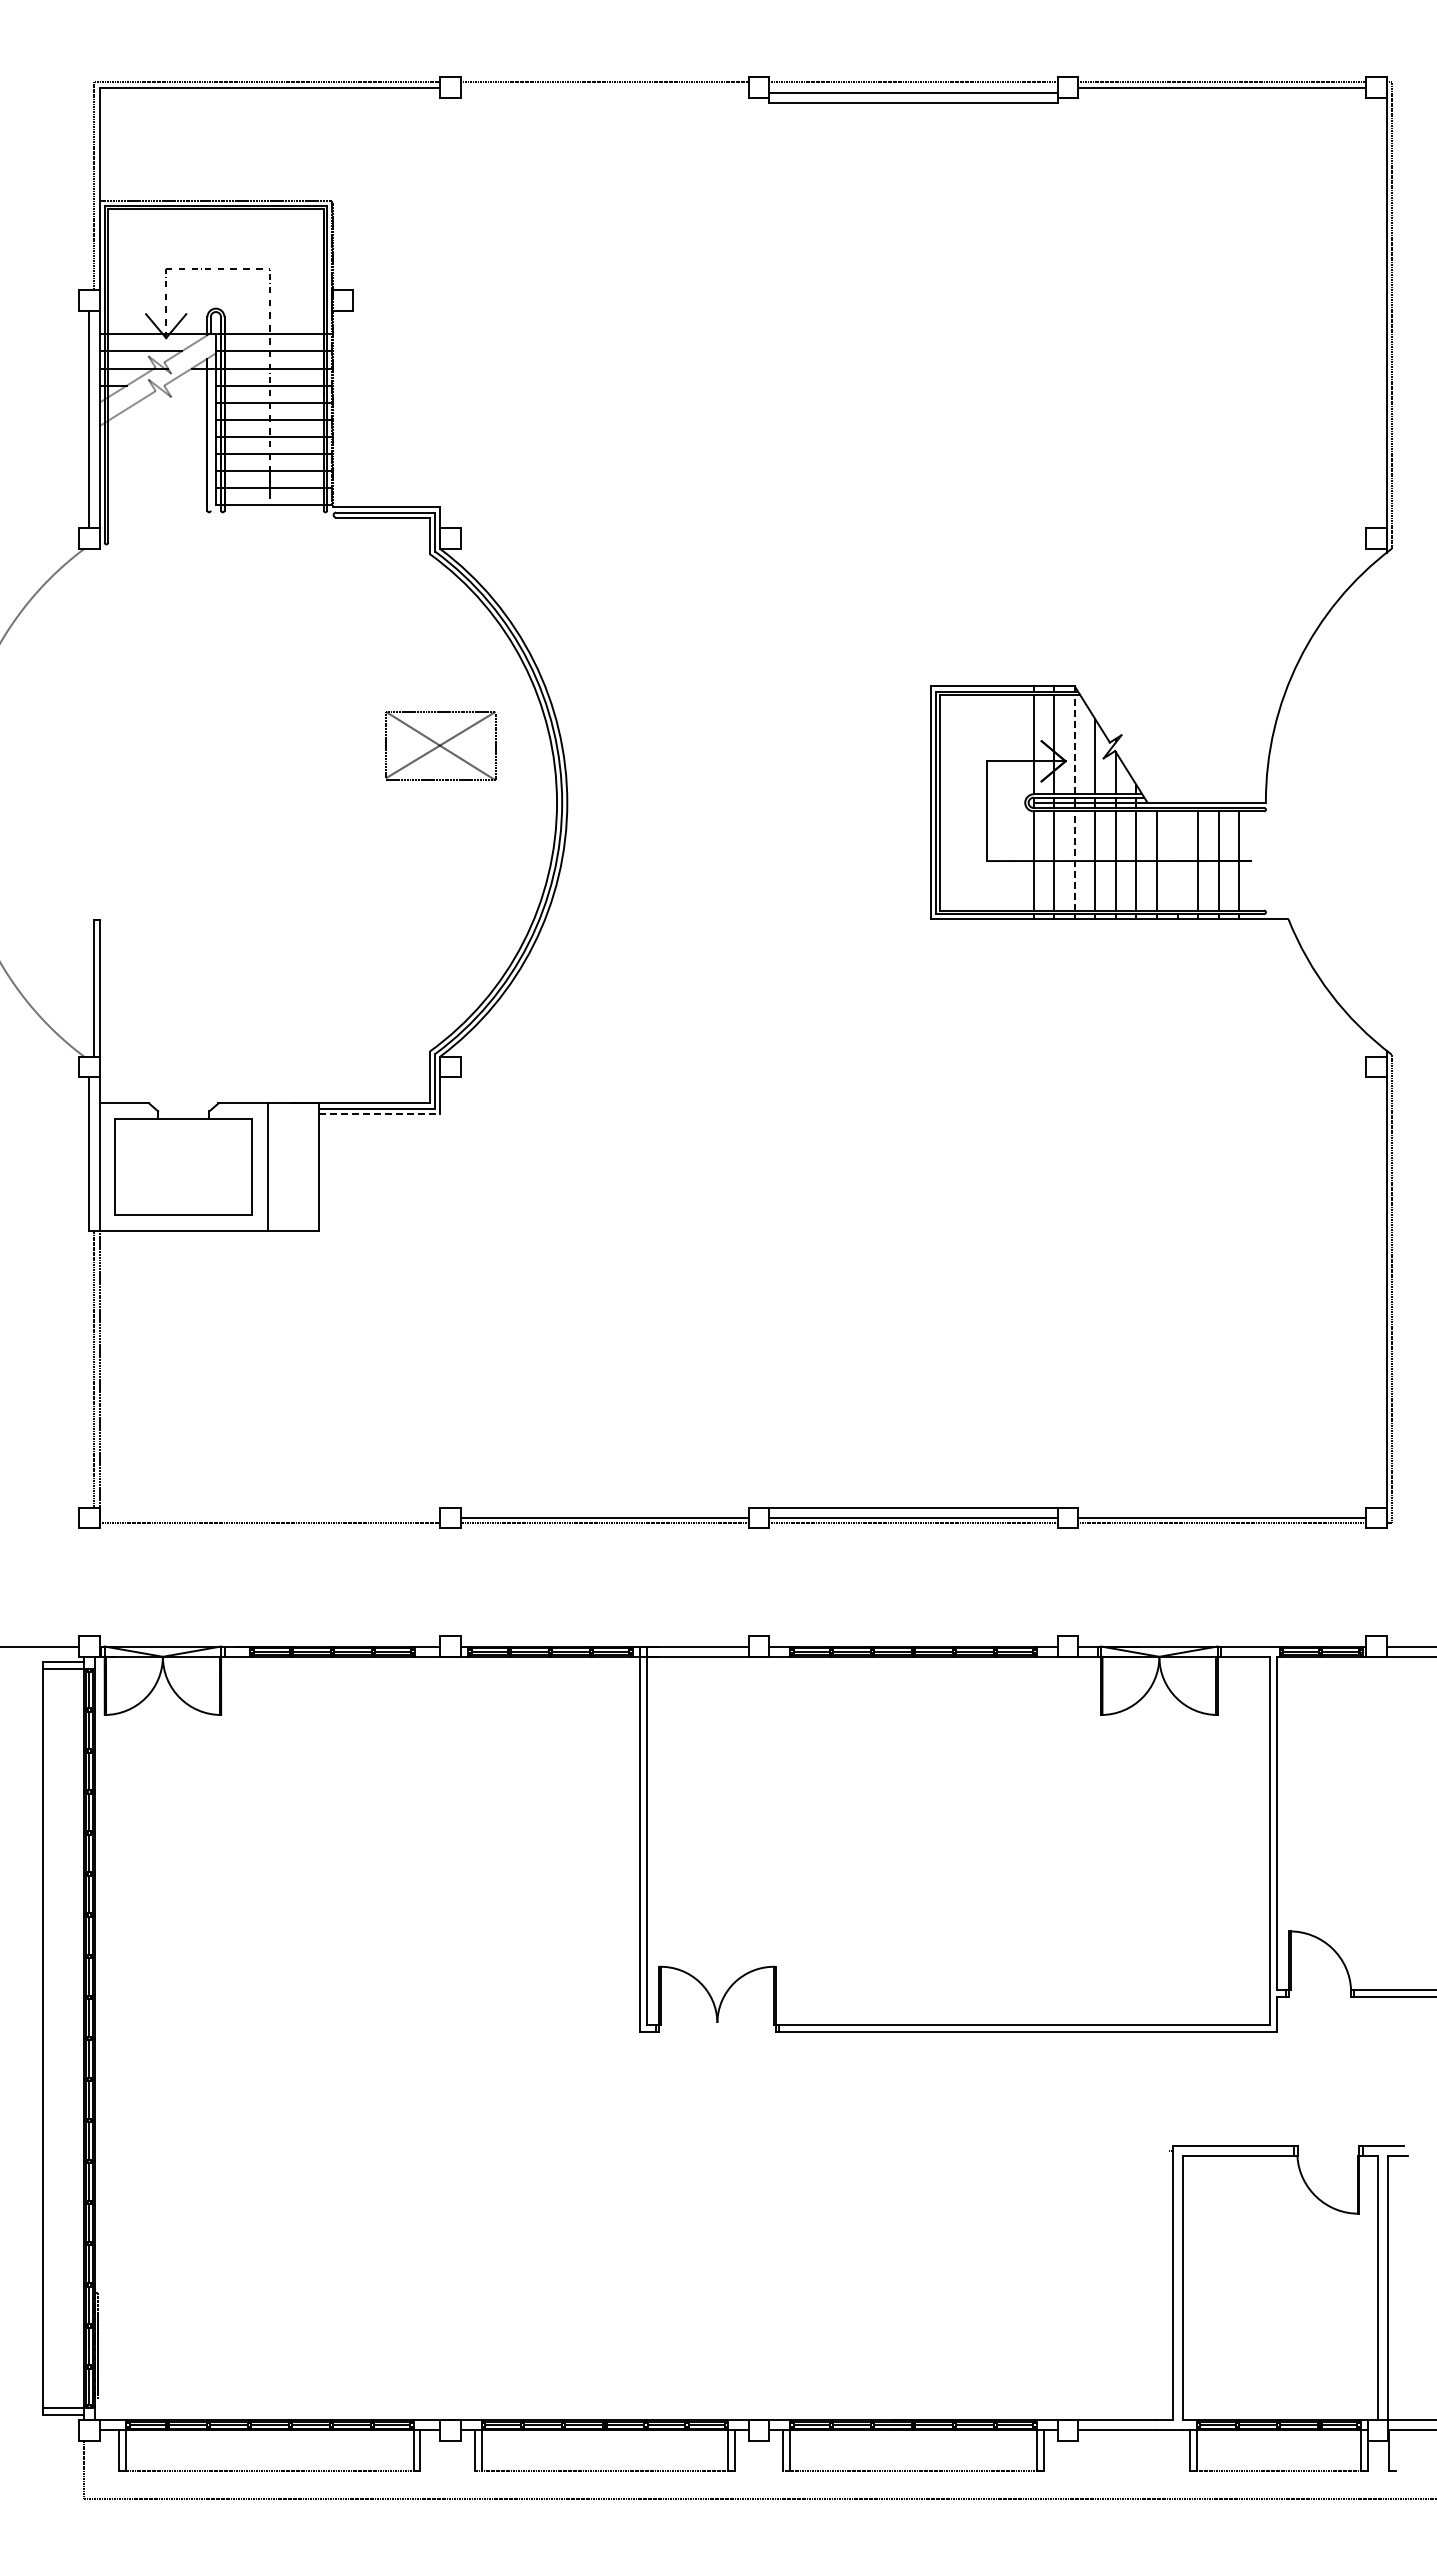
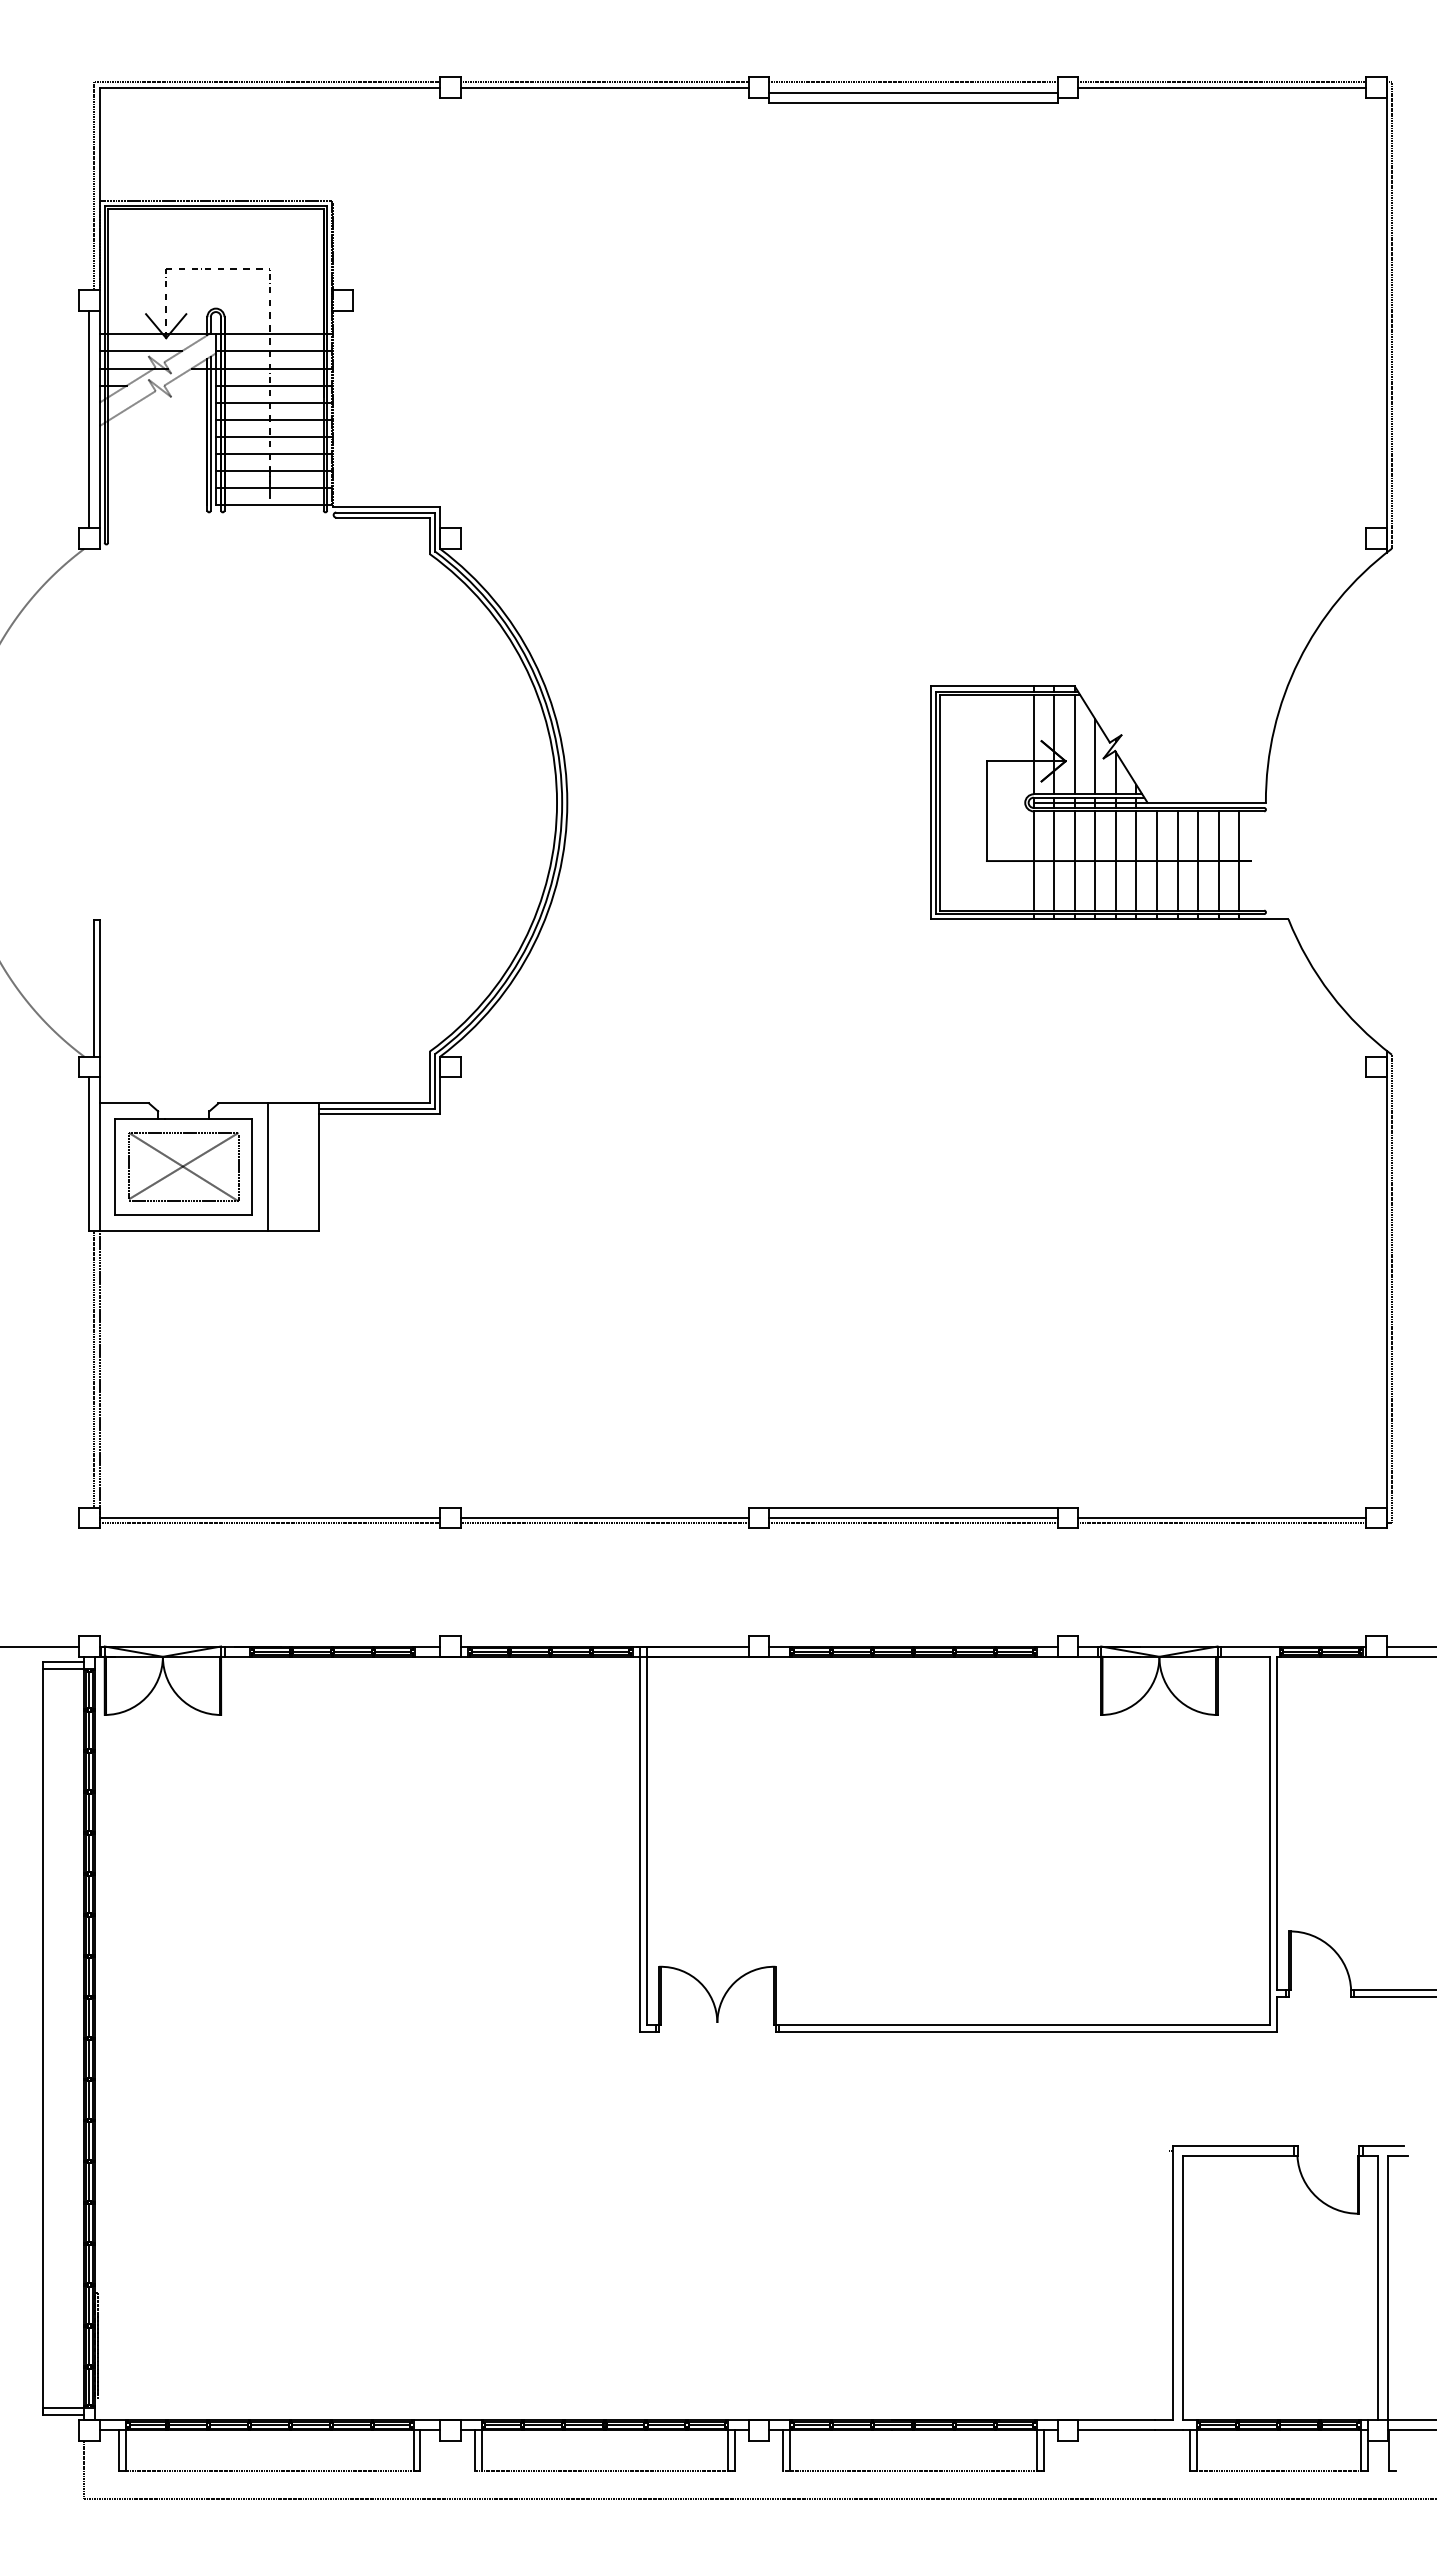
line at (604, 87): none -> present
line at (210, 433): none -> present
line at (1074, 744): dashed -> solid
part at (440, 745) position: (440, 745) -> (183, 1166)
line at (1177, 860): none -> present
line at (1074, 861): dashed -> solid
line at (380, 1113): dashed -> solid
line at (269, 1518): none -> present
